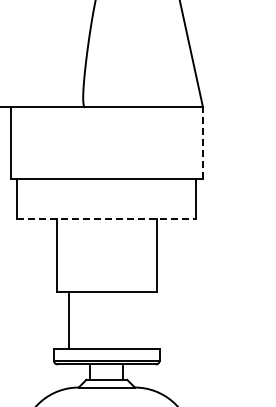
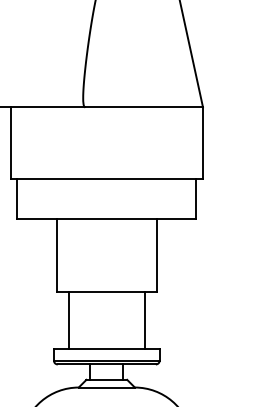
line at (203, 143): dashed -> solid
line at (107, 219): dashed -> solid
line at (144, 320): none -> present
